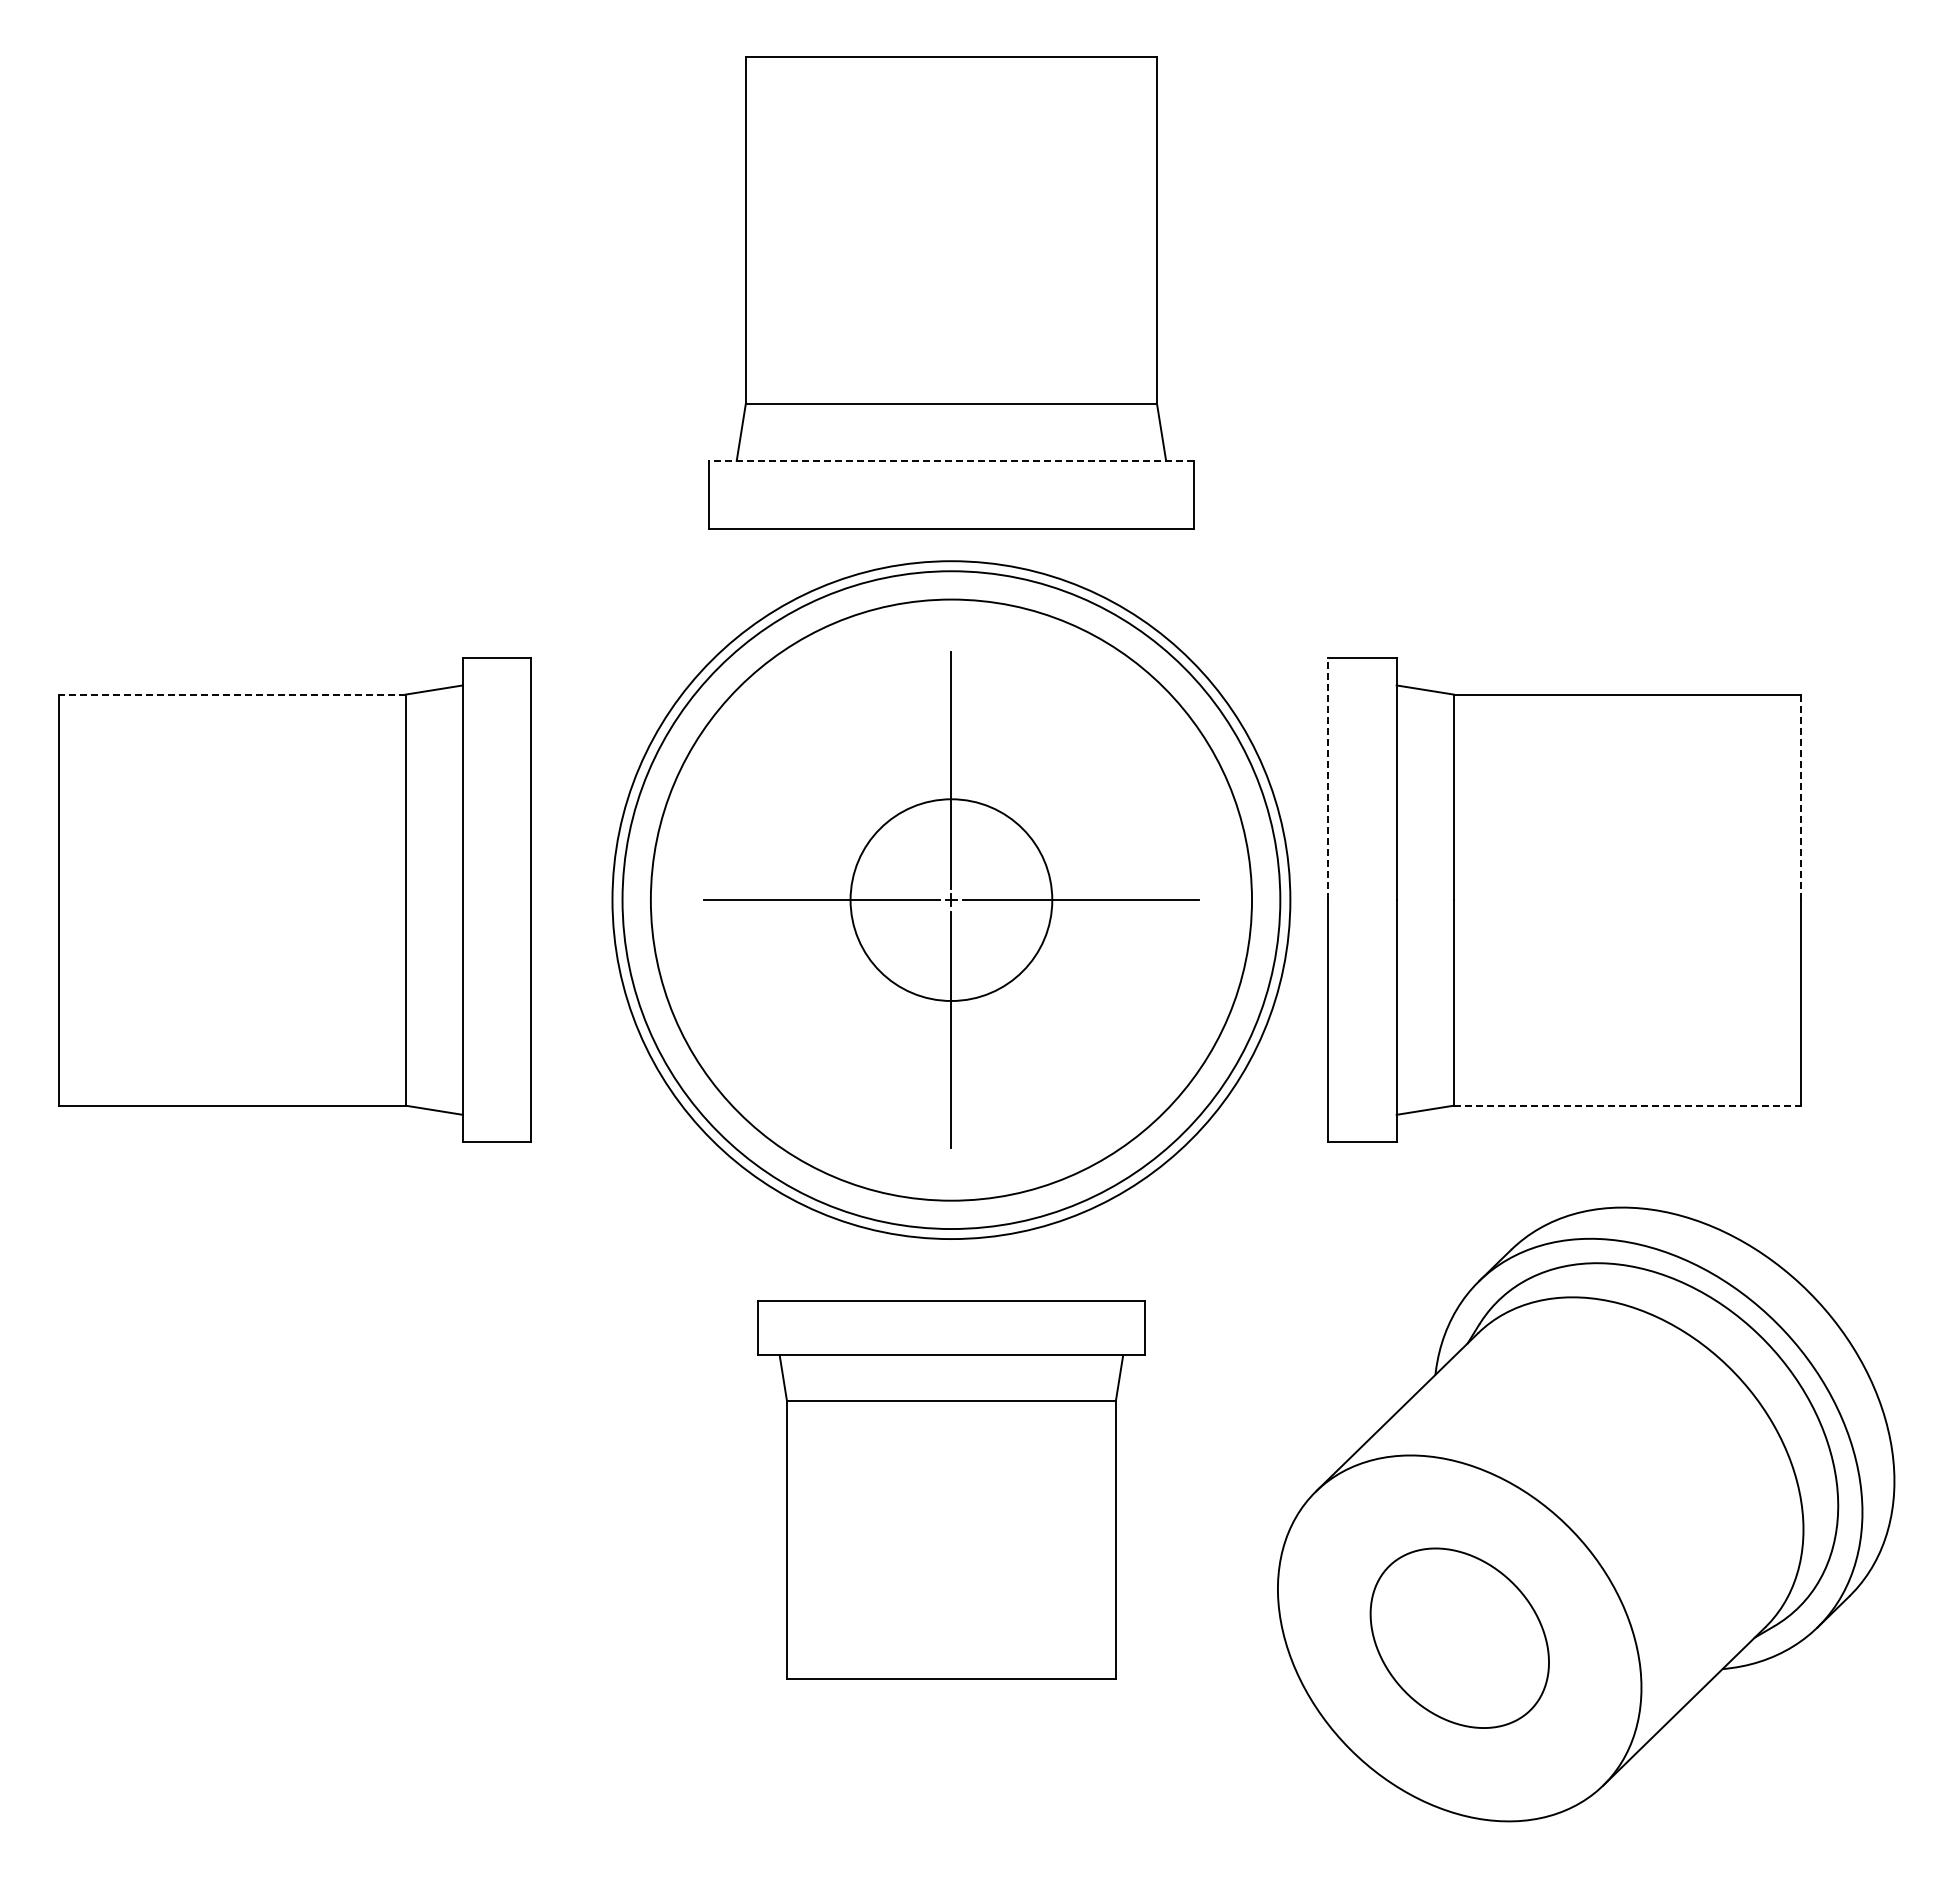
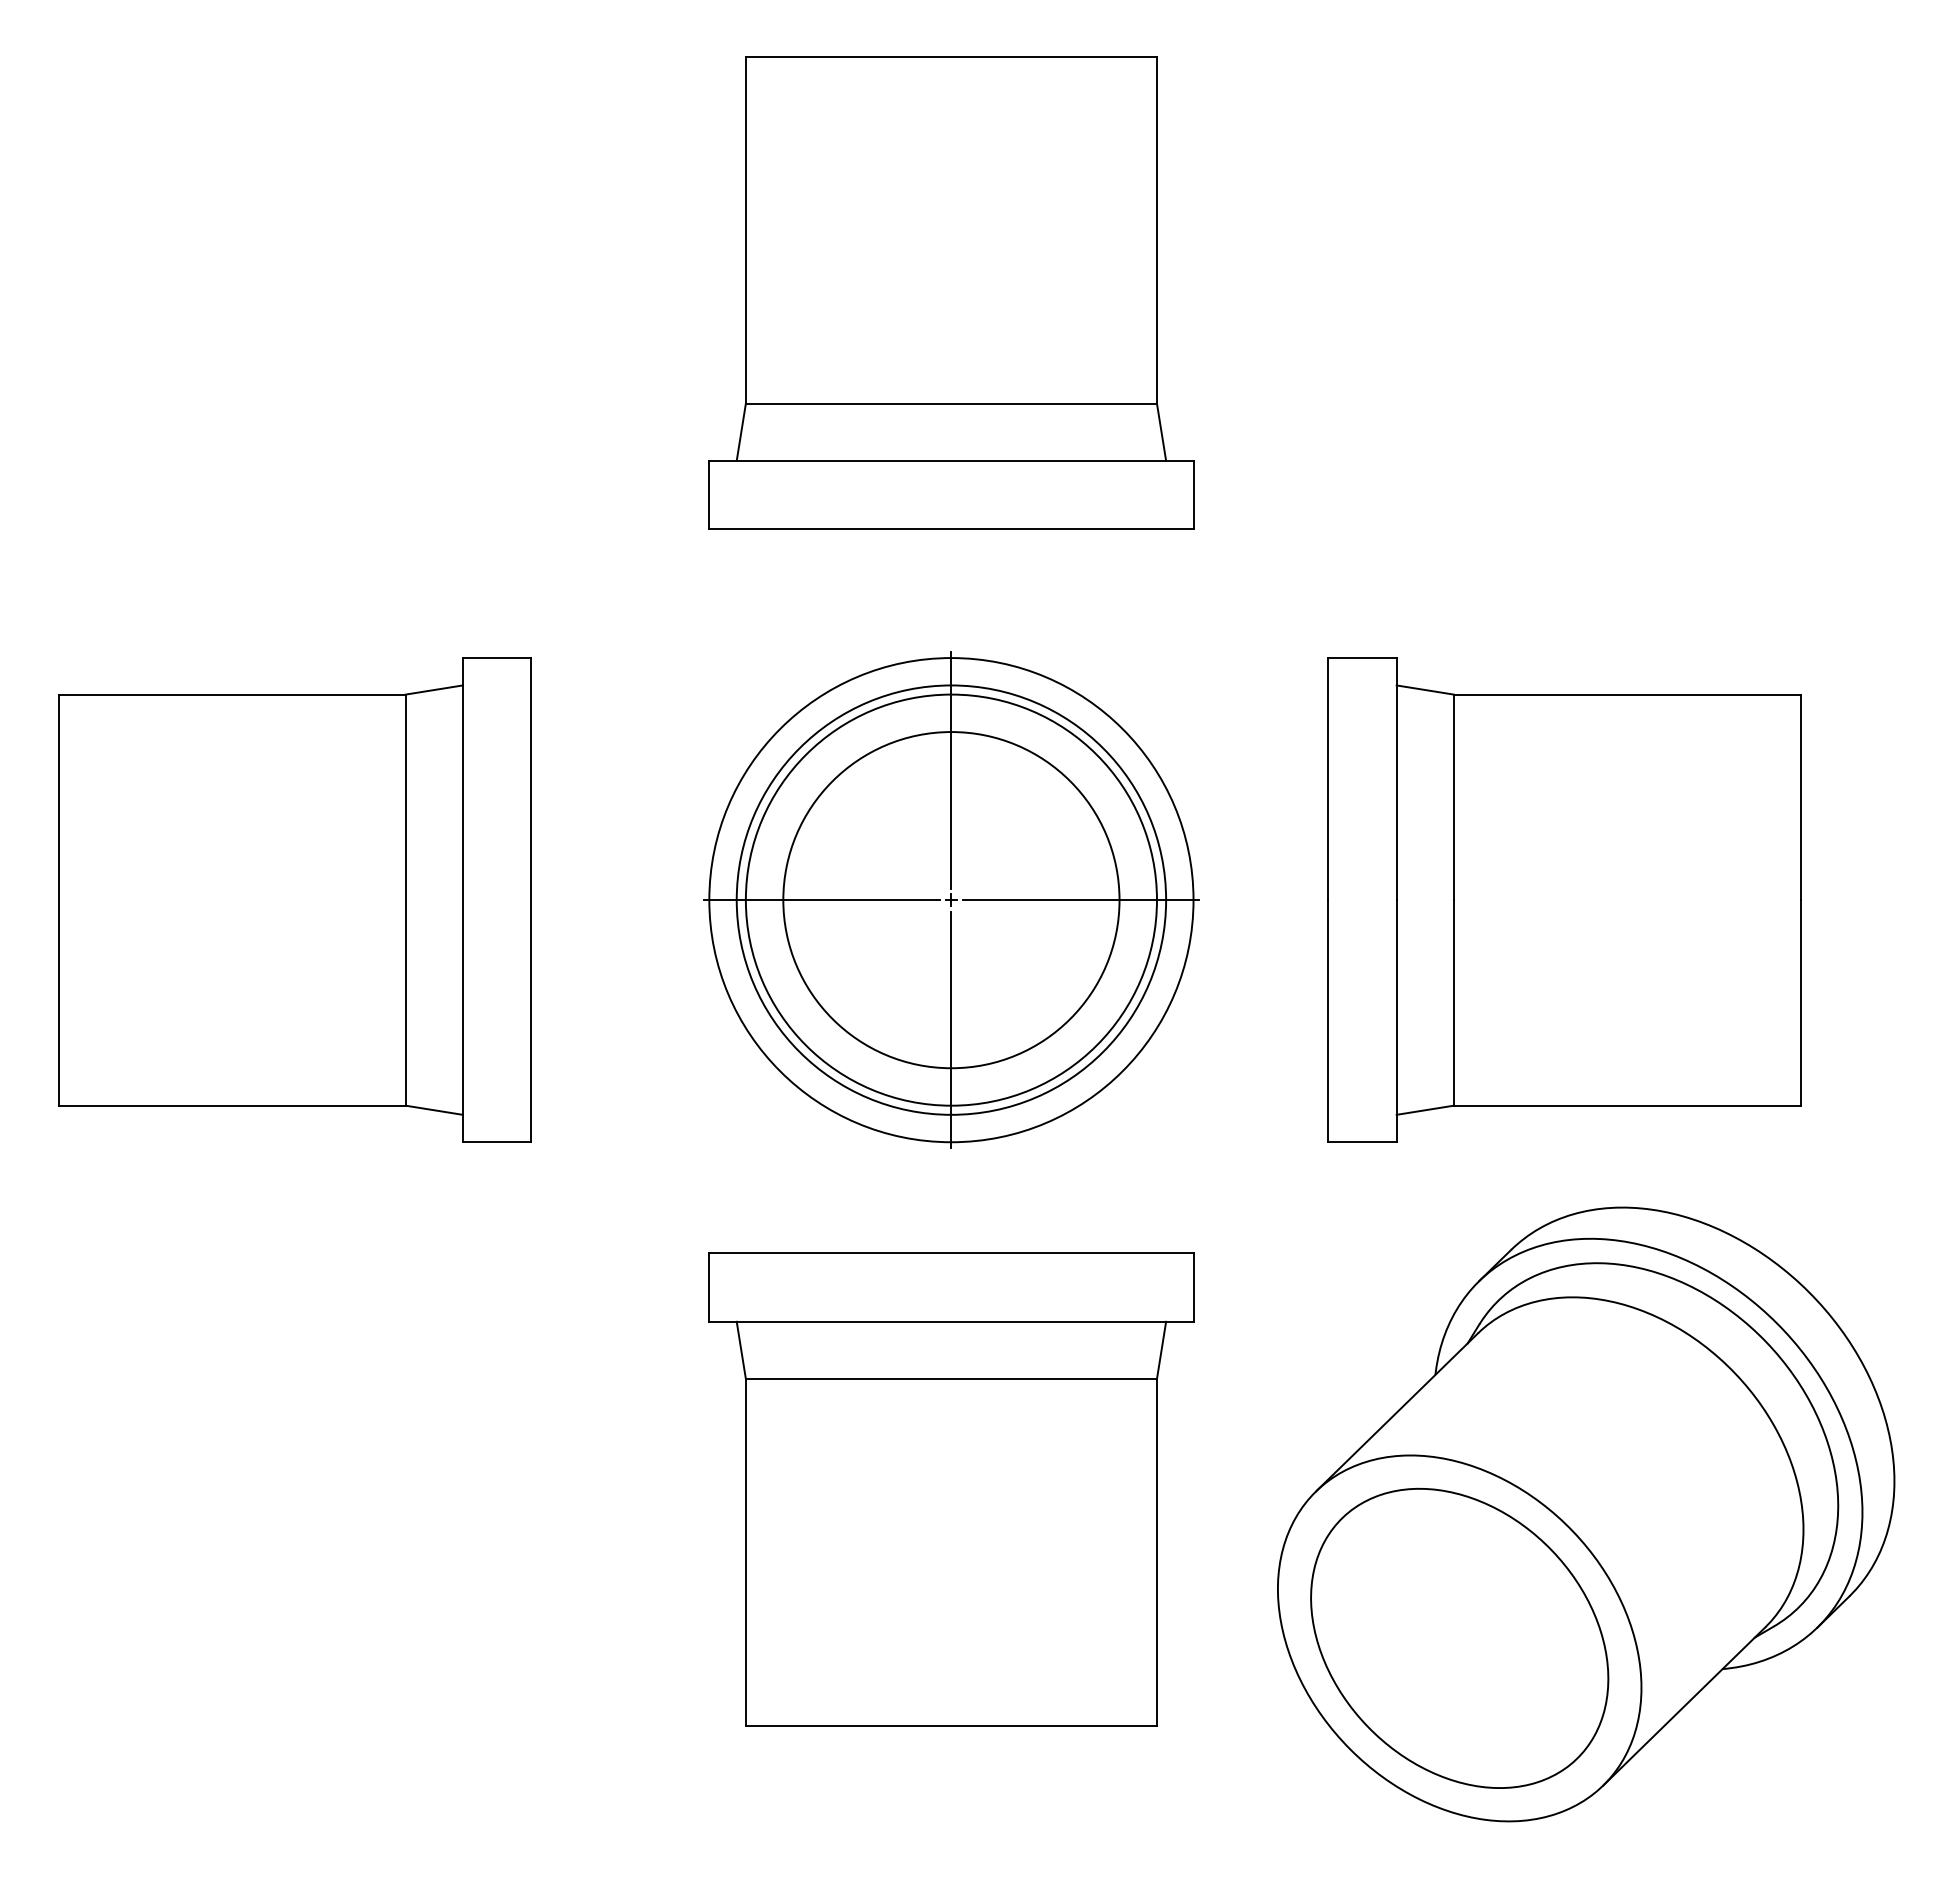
line at (950, 460): dashed -> solid
line at (232, 694): dashed -> solid
line at (1328, 778): dashed -> solid
line at (1800, 797): dashed -> solid
circle at (951, 899) diameter: 601 px -> 429 px
circle at (951, 900) diameter: 202 px -> 336 px
circle at (951, 900) diameter: 658 px -> 411 px
circle at (951, 900) diameter: 678 px -> 484 px
line at (1627, 1105): dashed -> solid
part at (951, 1489) size: 389x380 px -> 487x475 px
part at (1459, 1637) size: 181x182 px -> 300x302 px
